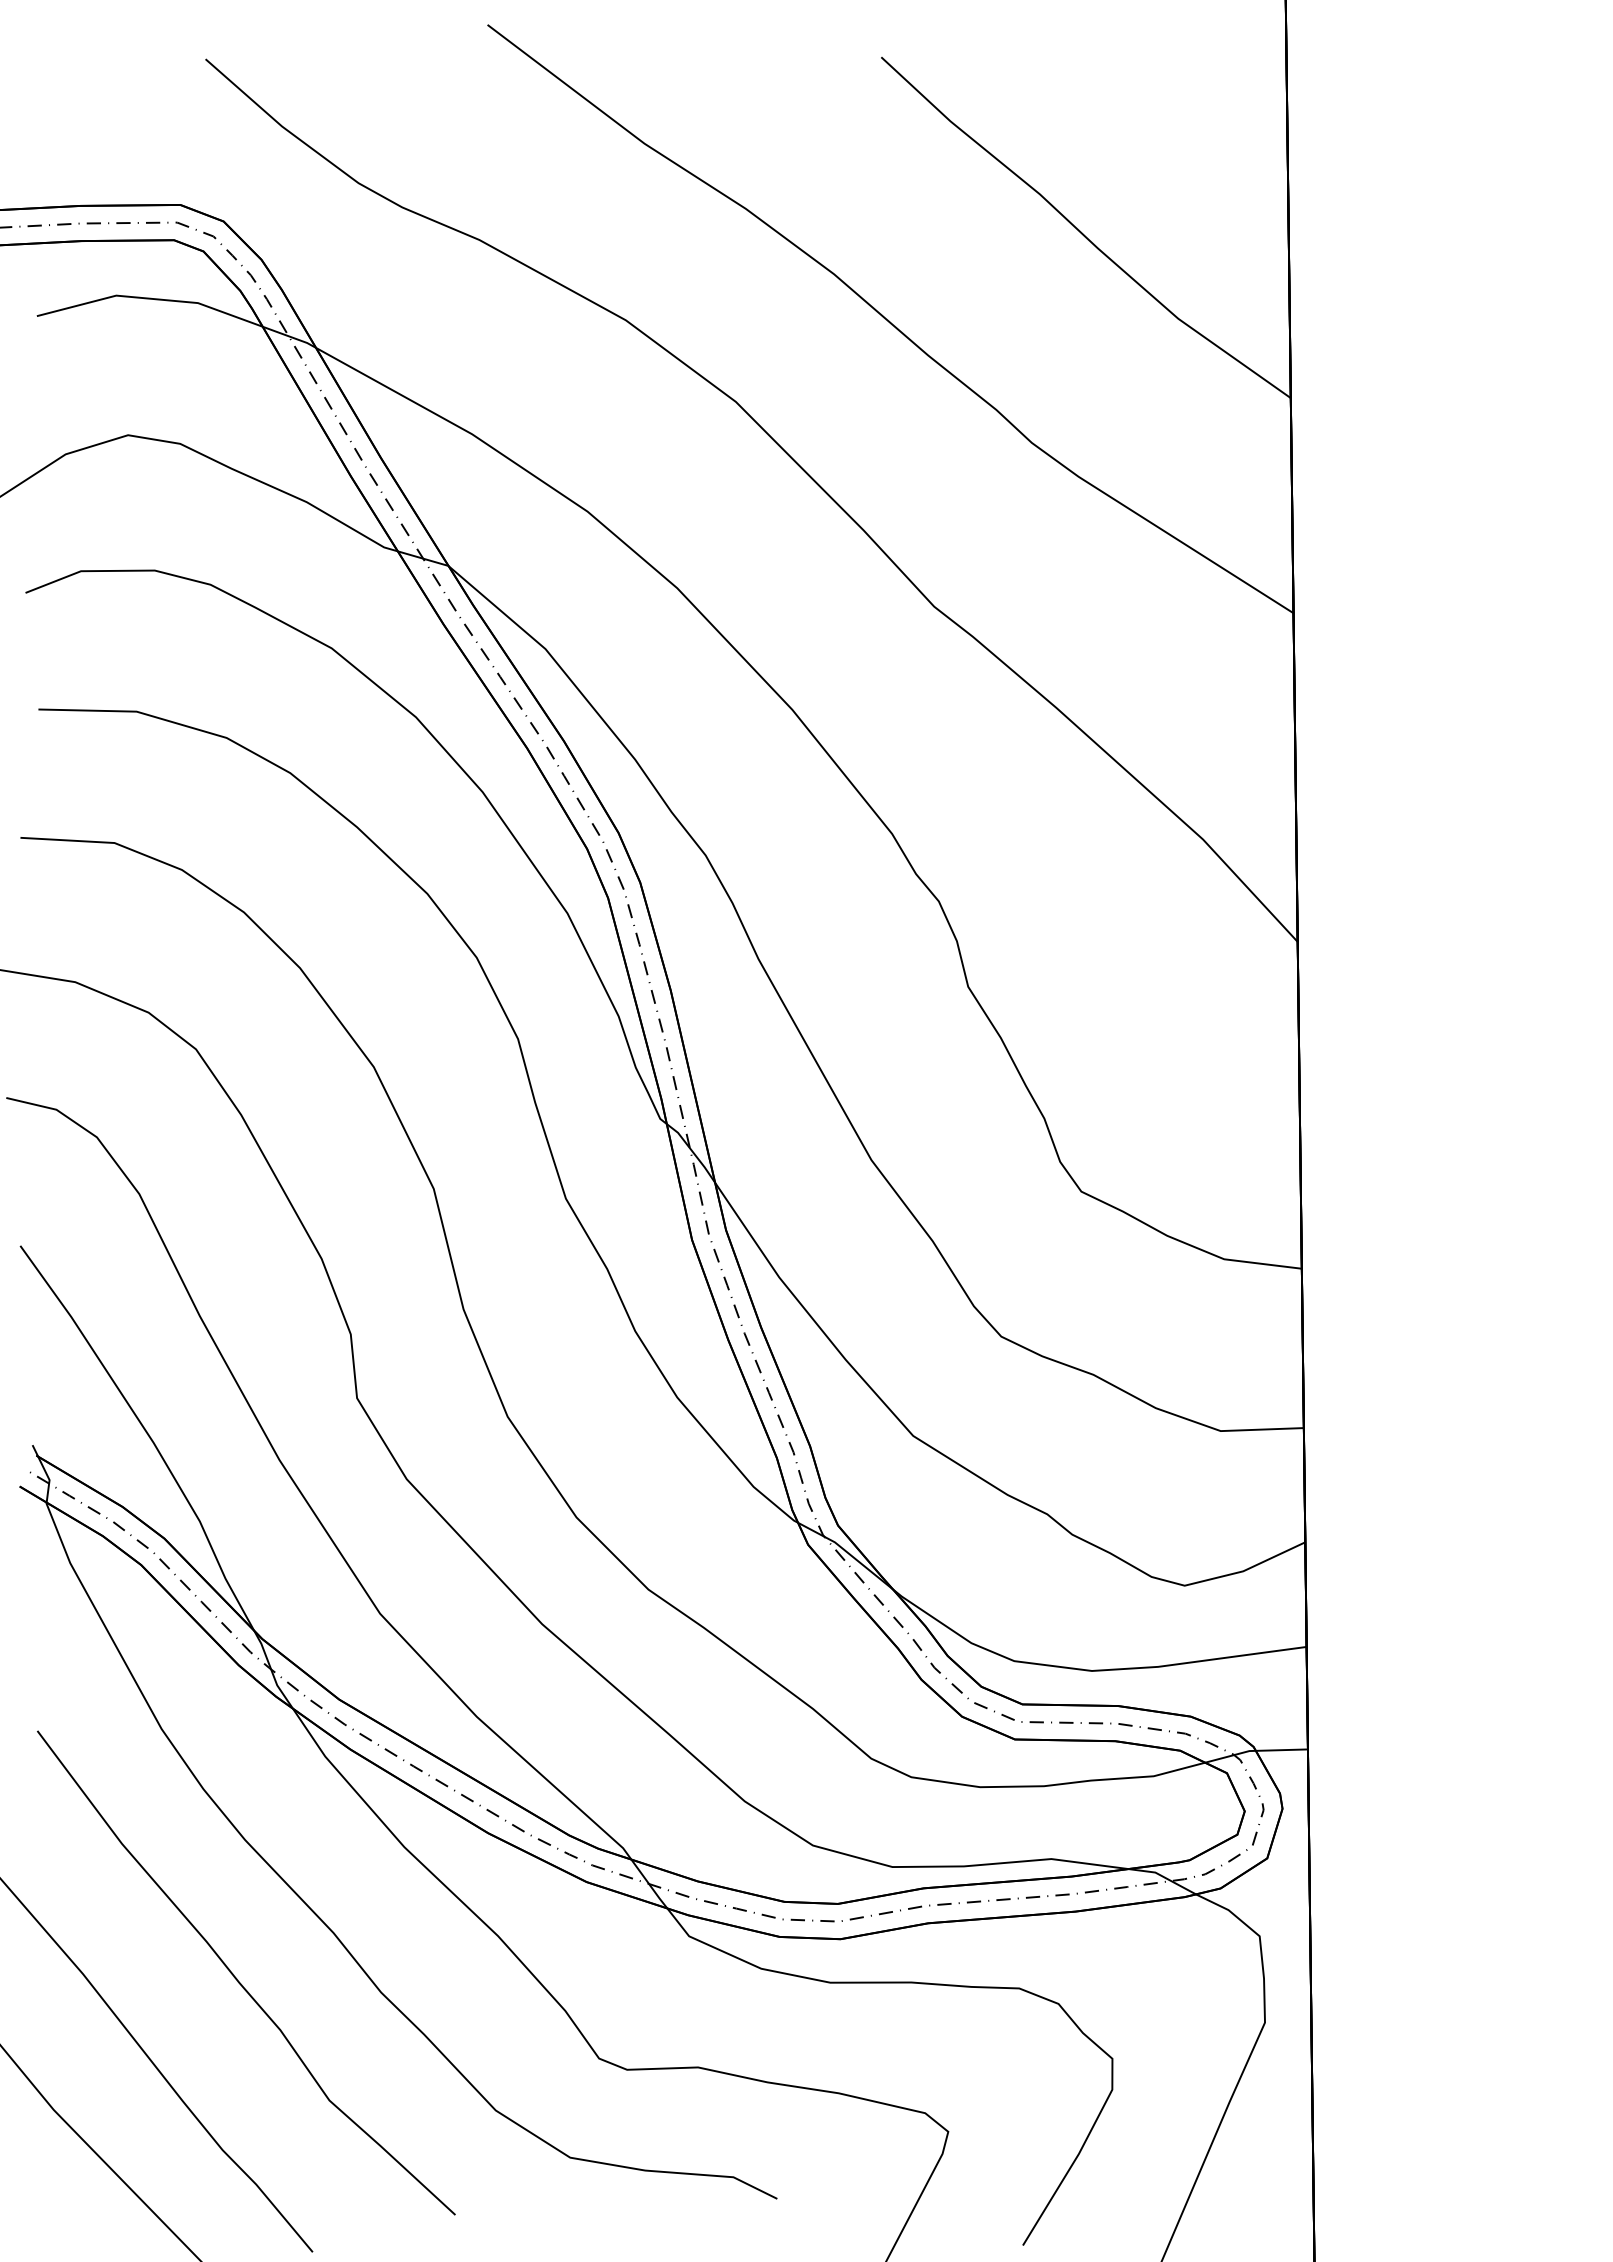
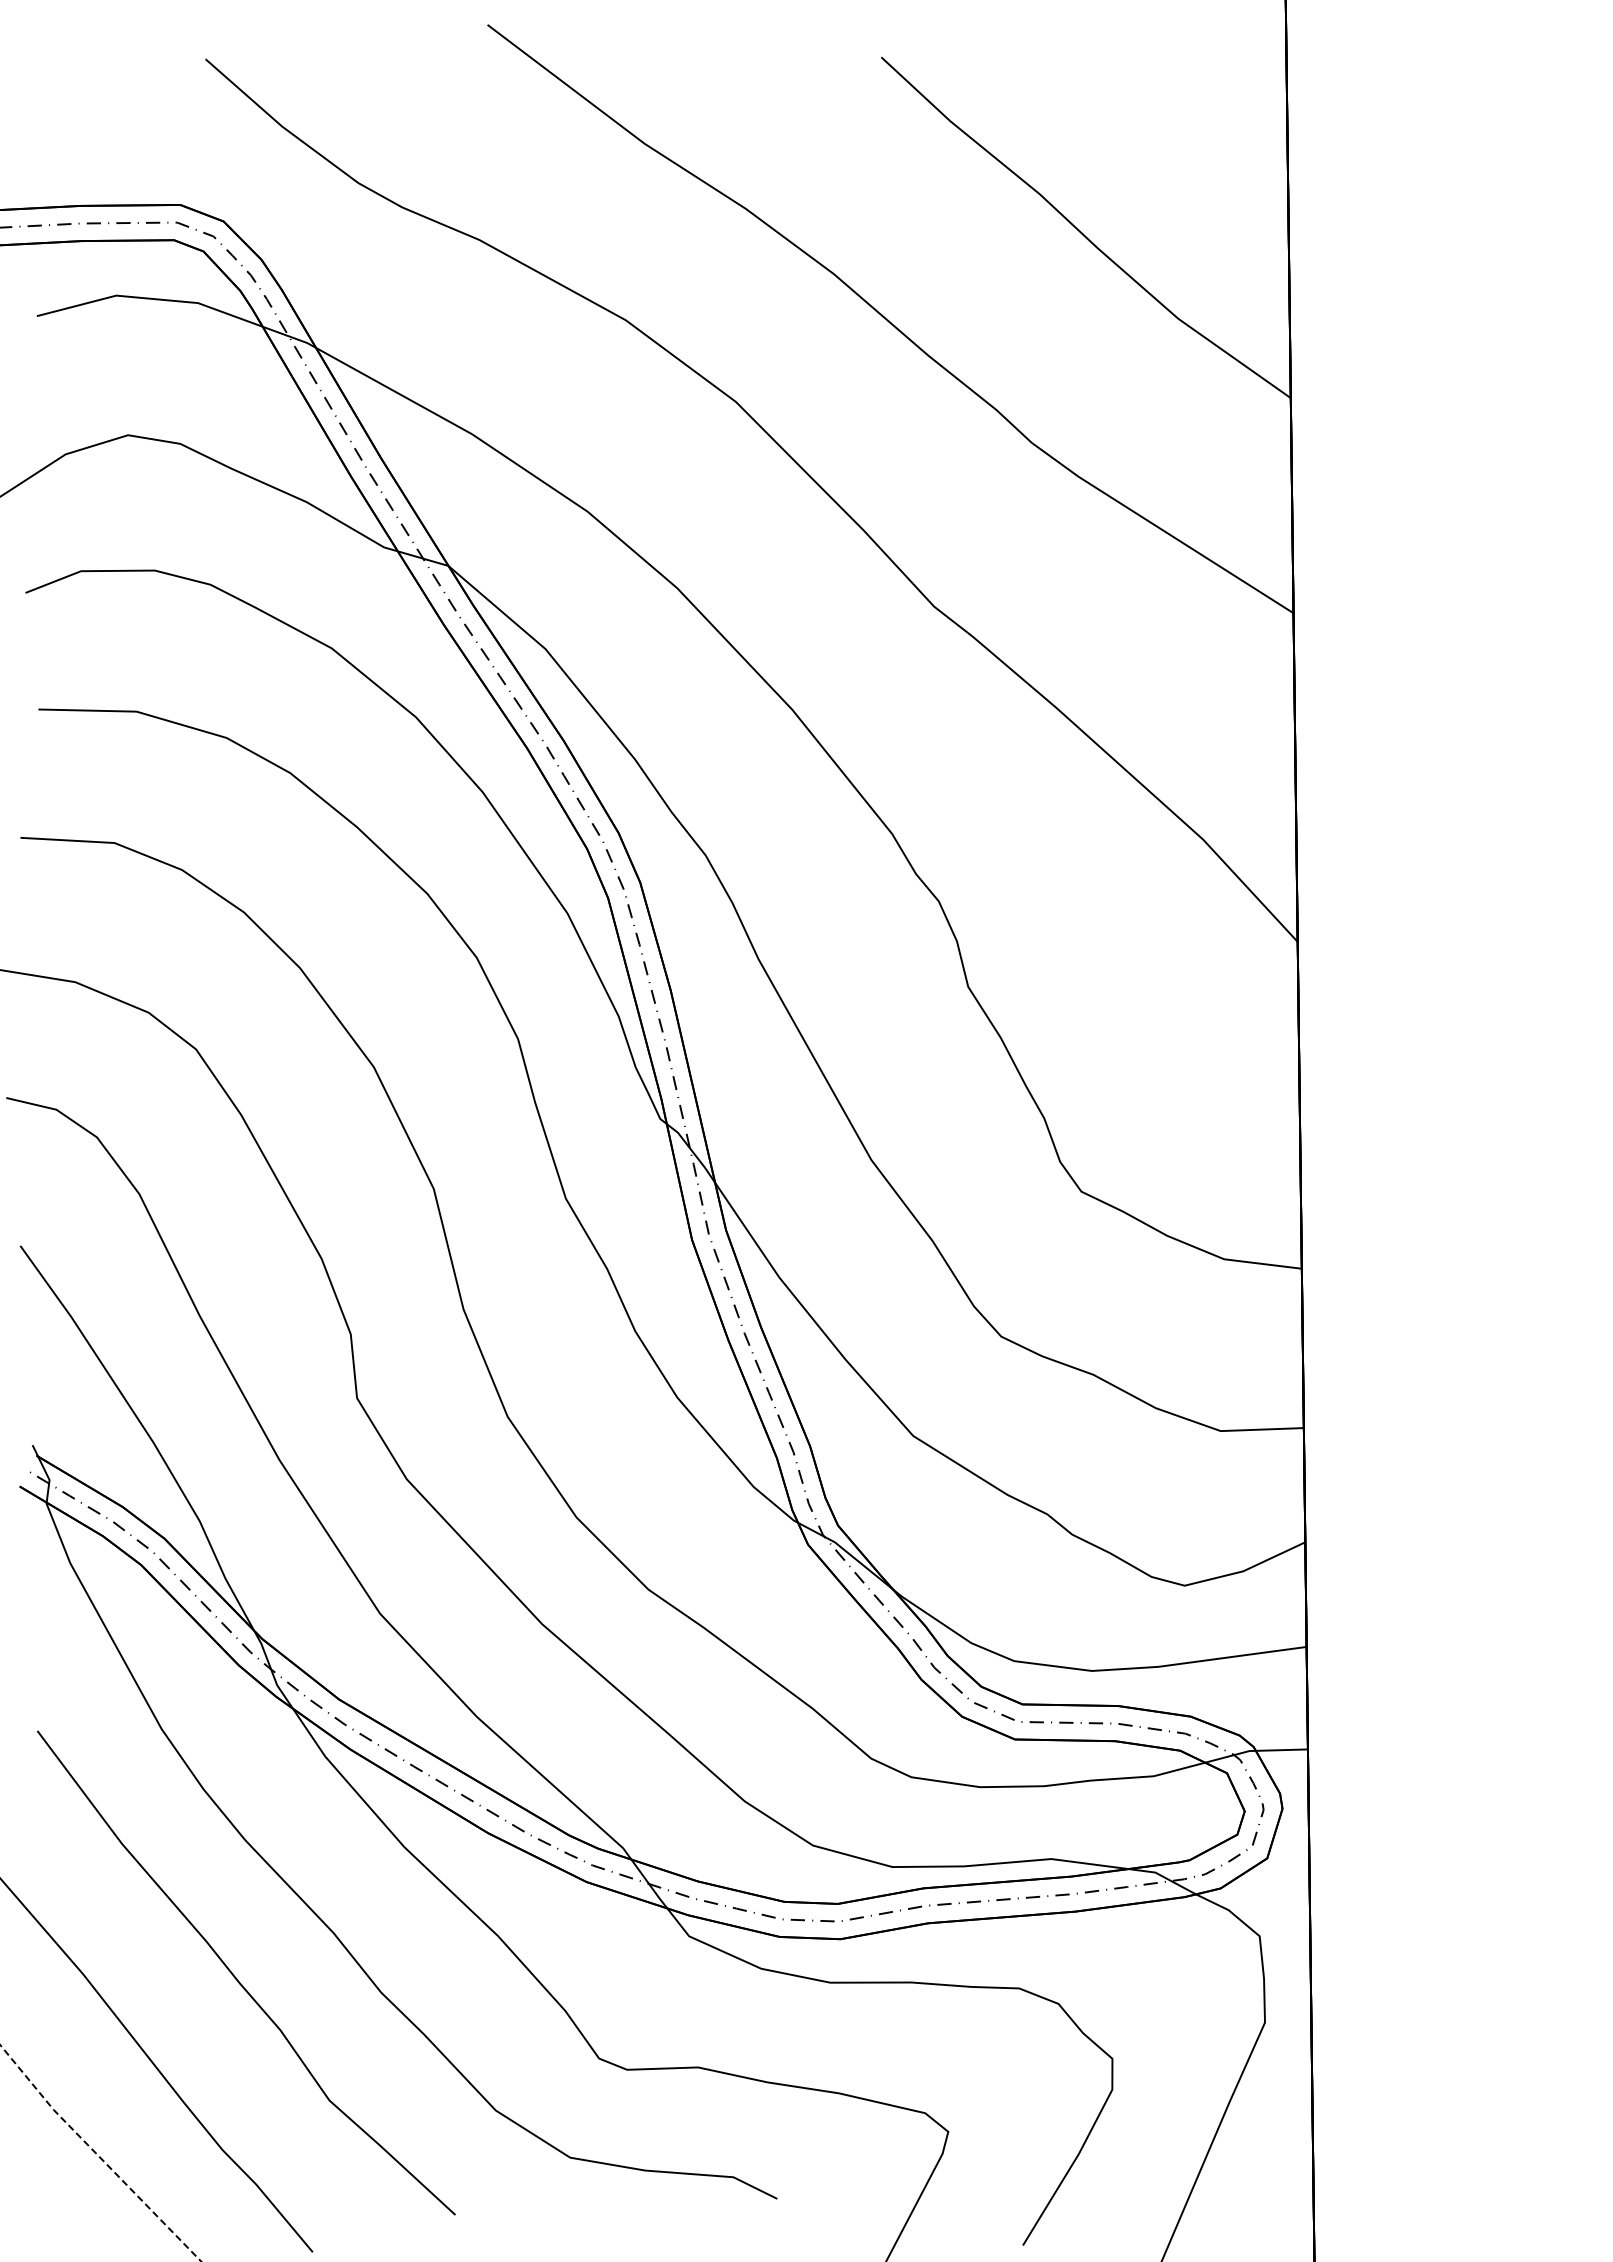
line at (98, 2155): solid -> dashed
